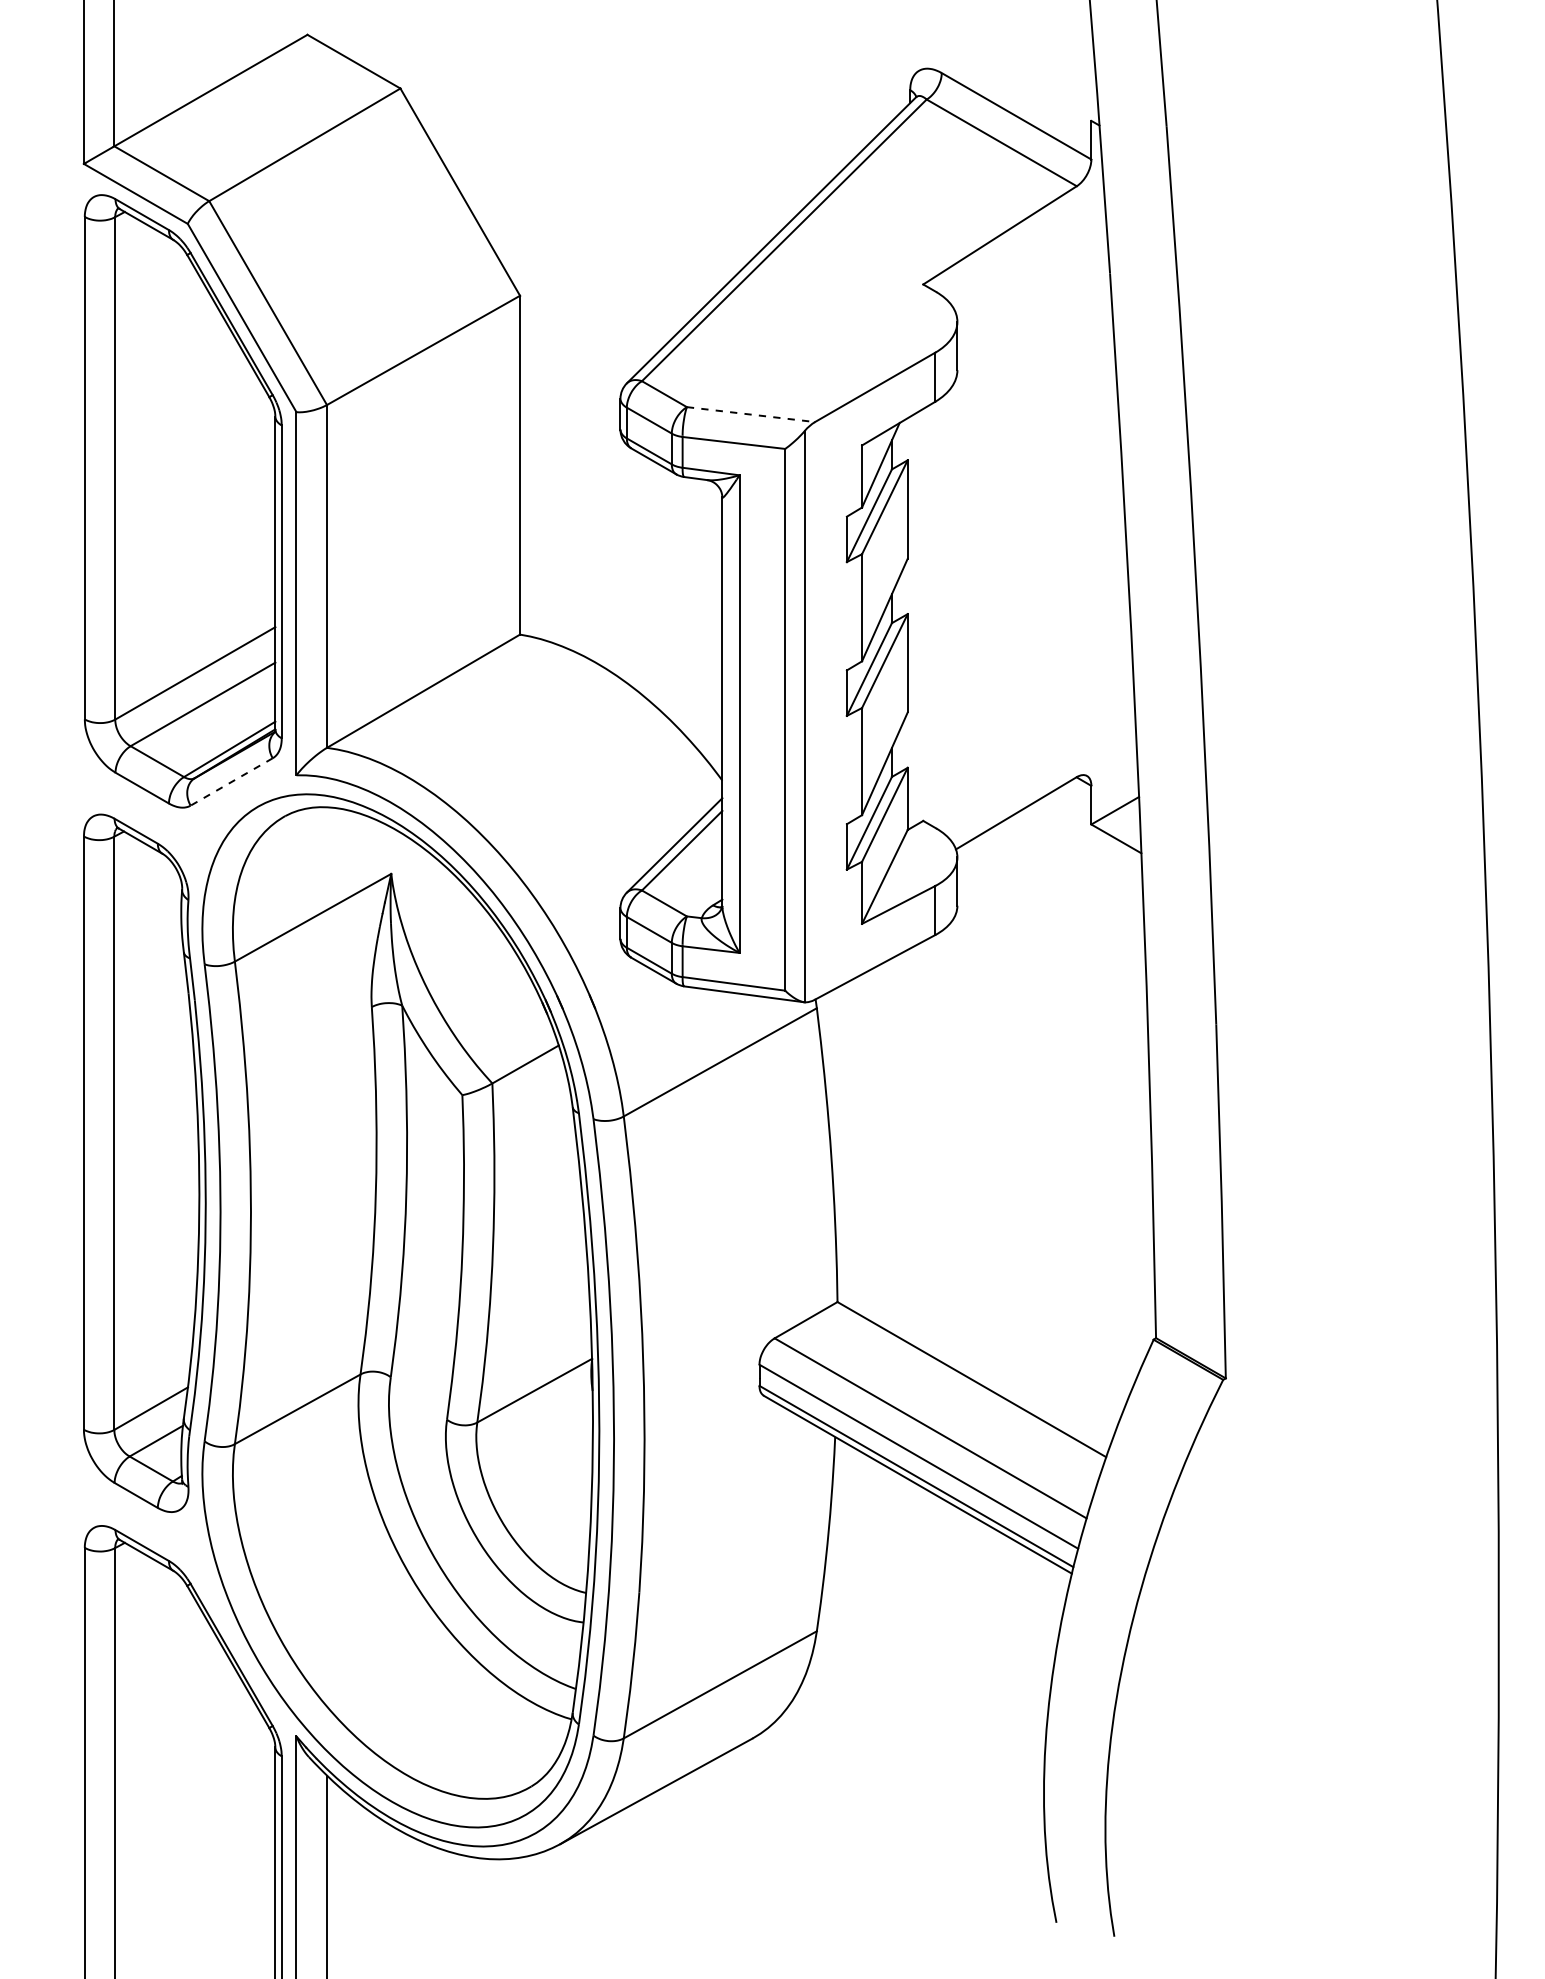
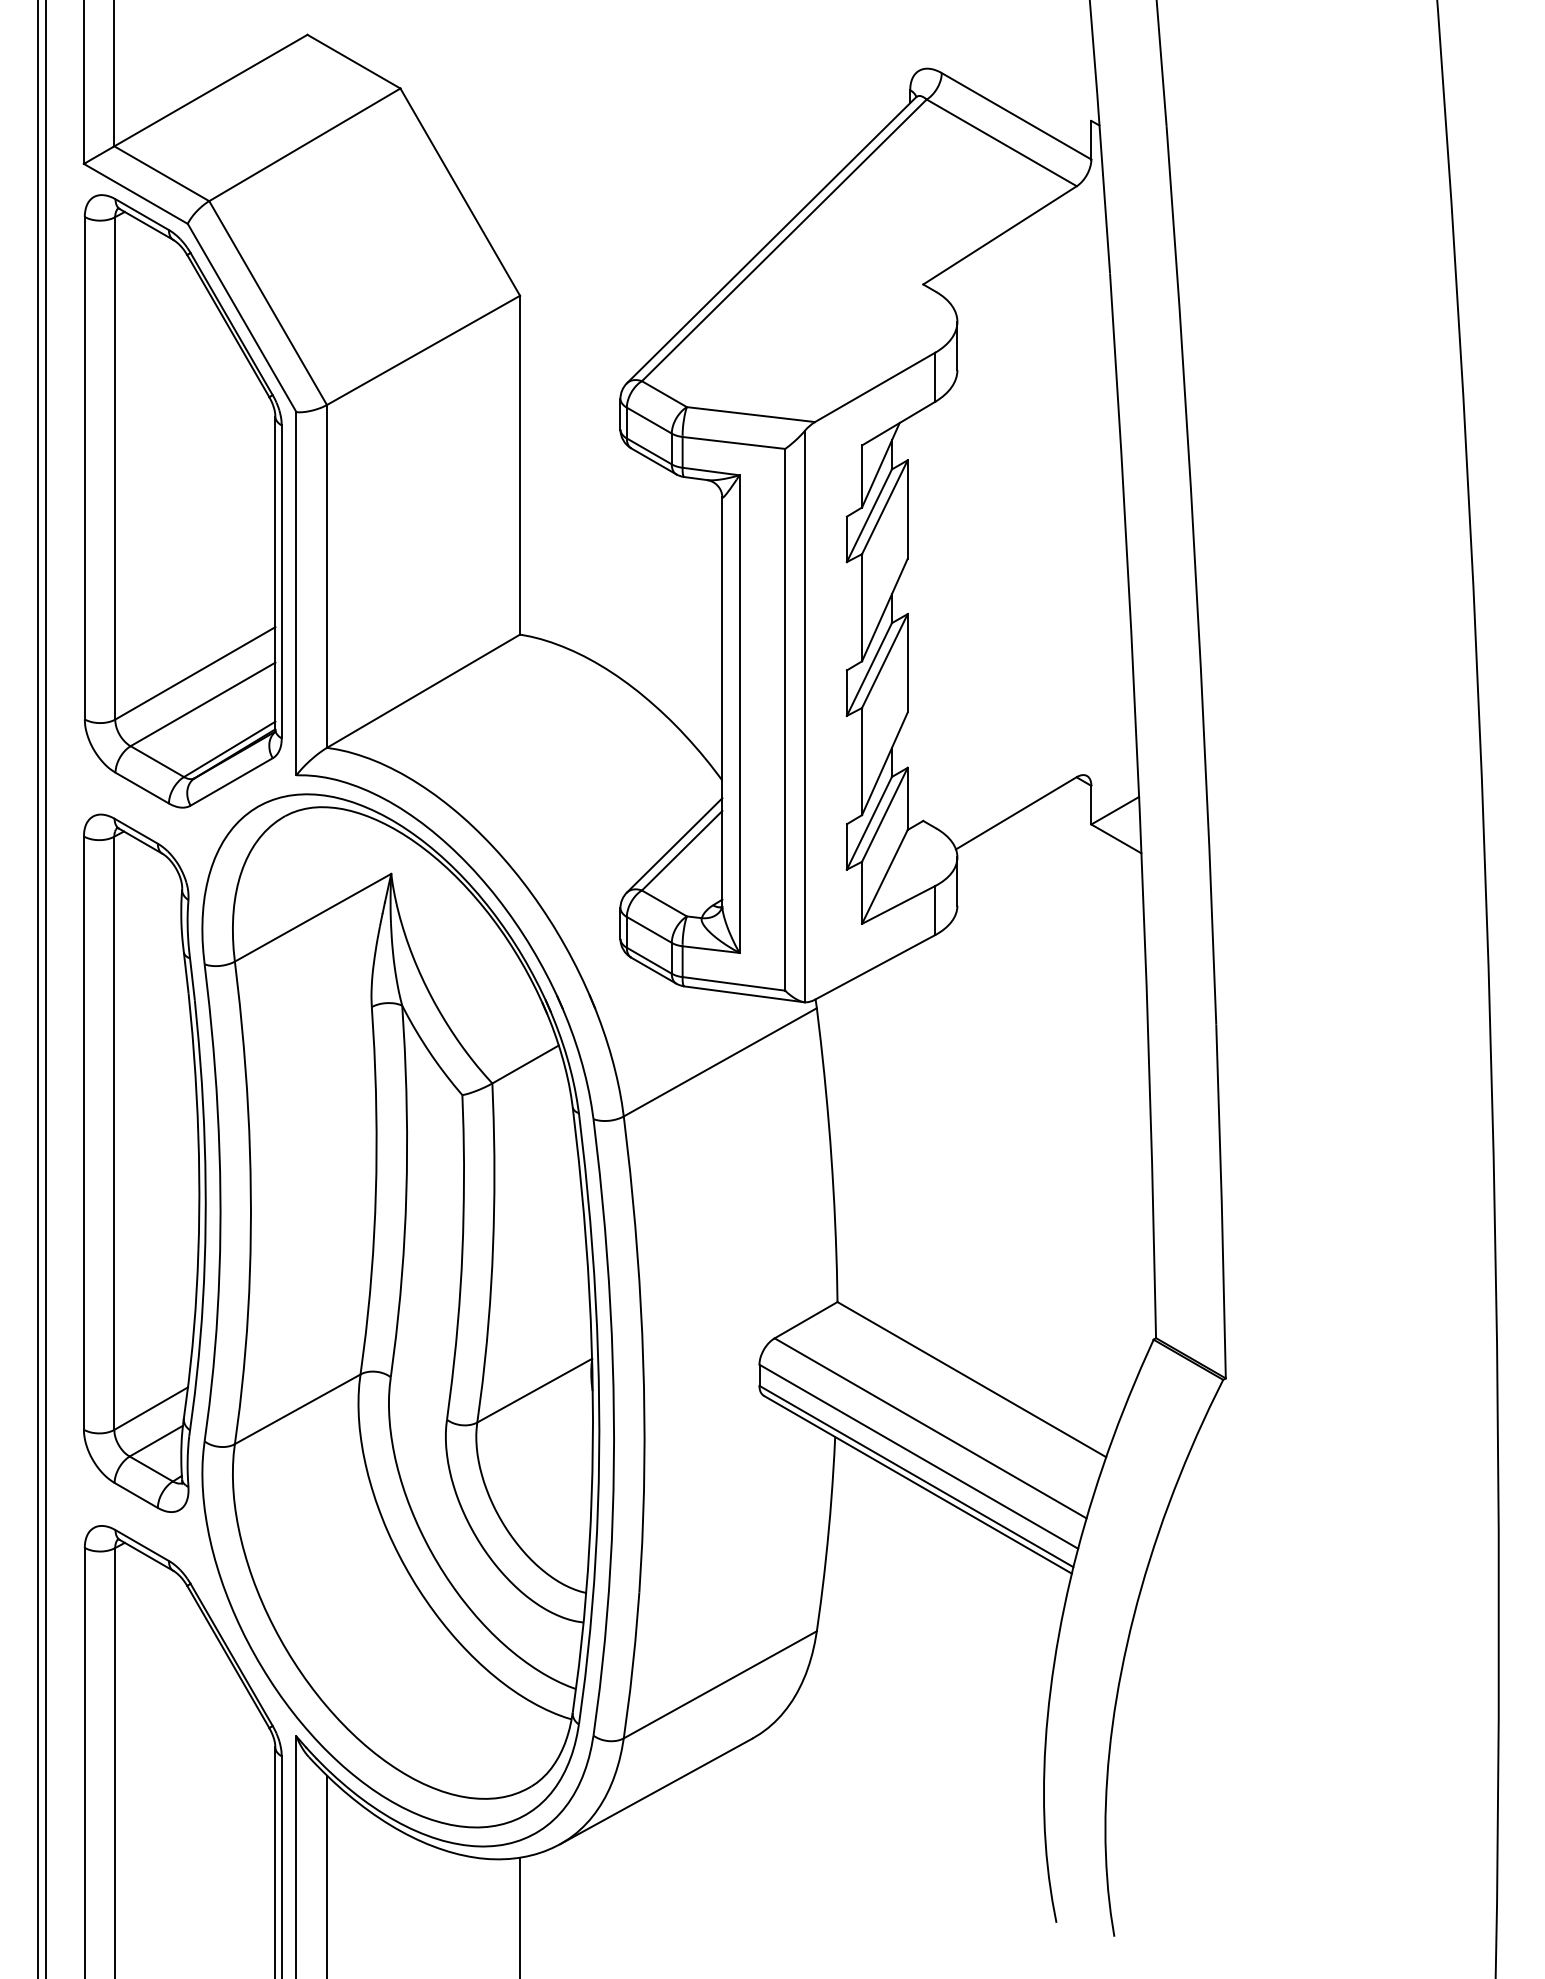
line at (750, 414): dashed -> solid
line at (231, 782): dashed -> solid
line at (37, 988): none -> present
line at (46, 988): none -> present
line at (520, 1916): none -> present
